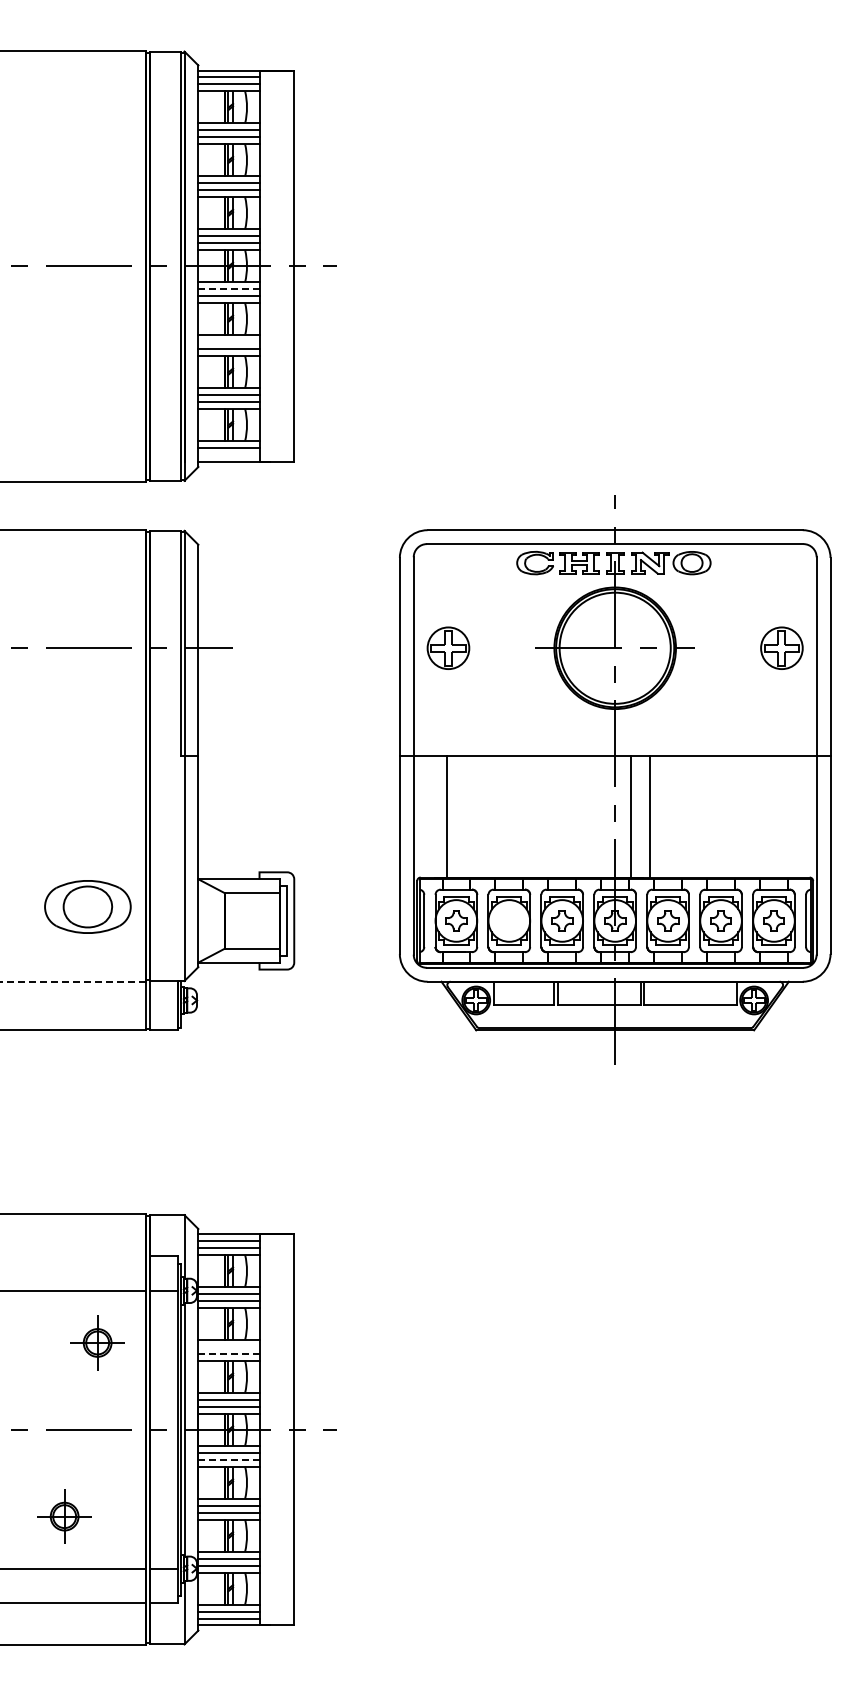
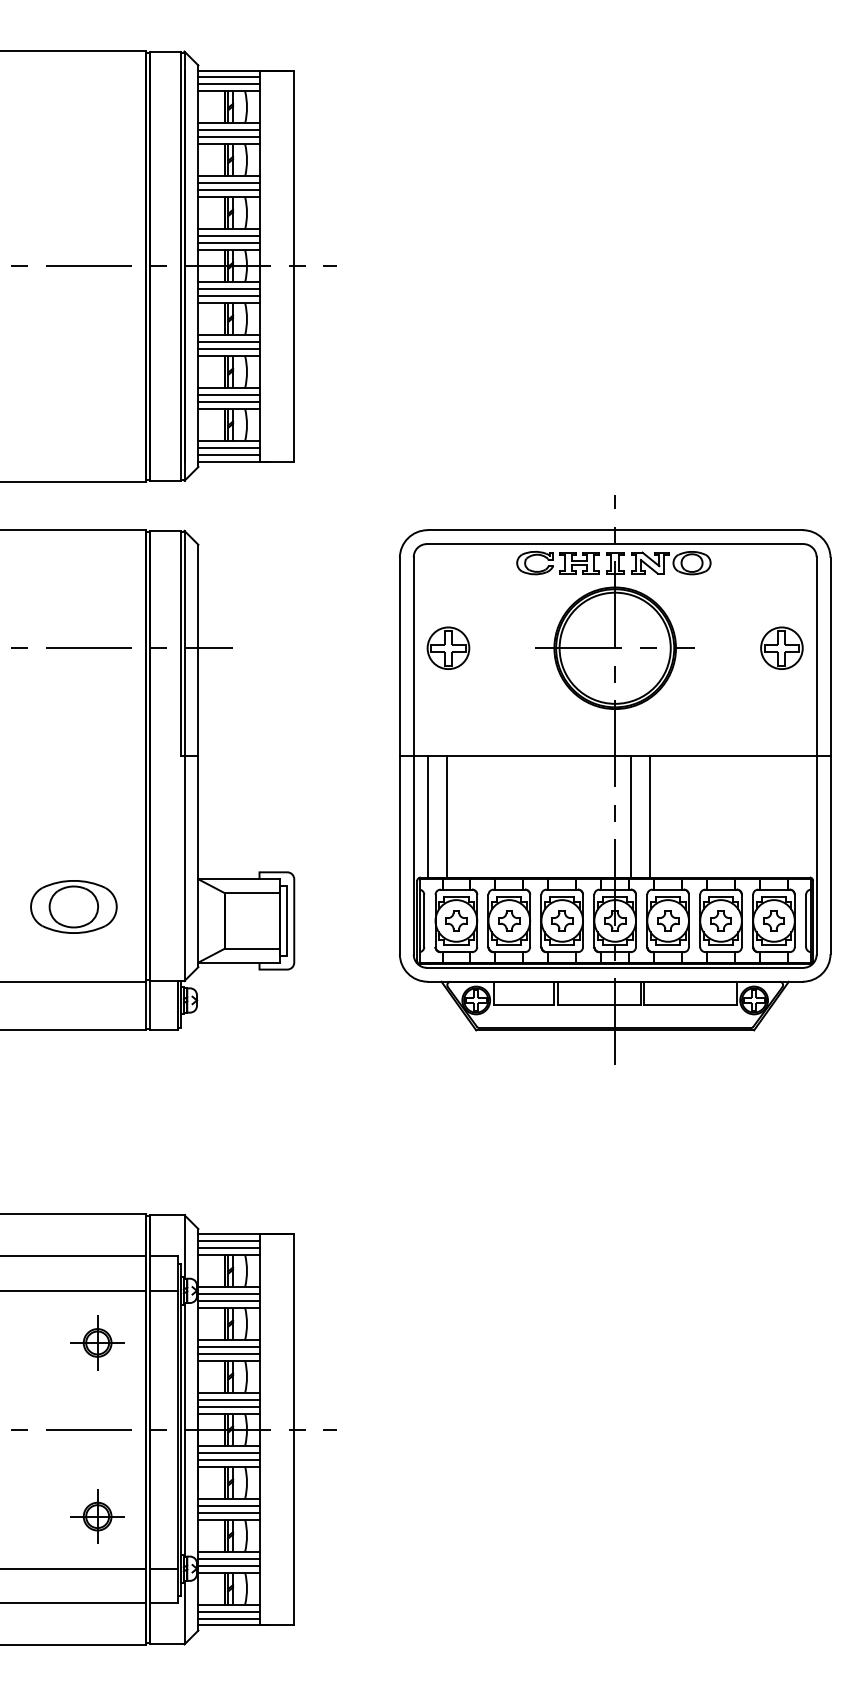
line at (228, 289): dashed -> solid
line at (228, 342): none -> present
line at (228, 454): none -> present
line at (427, 816): none -> present
part at (87, 906) position: (87, 906) -> (73, 906)
part at (509, 920): none -> present
line at (73, 981): dashed -> solid
line at (74, 1256): none -> present
line at (228, 1346): none -> present
line at (228, 1353): dashed -> solid
line at (228, 1459): dashed -> solid
part at (64, 1516) position: (64, 1516) -> (97, 1516)
